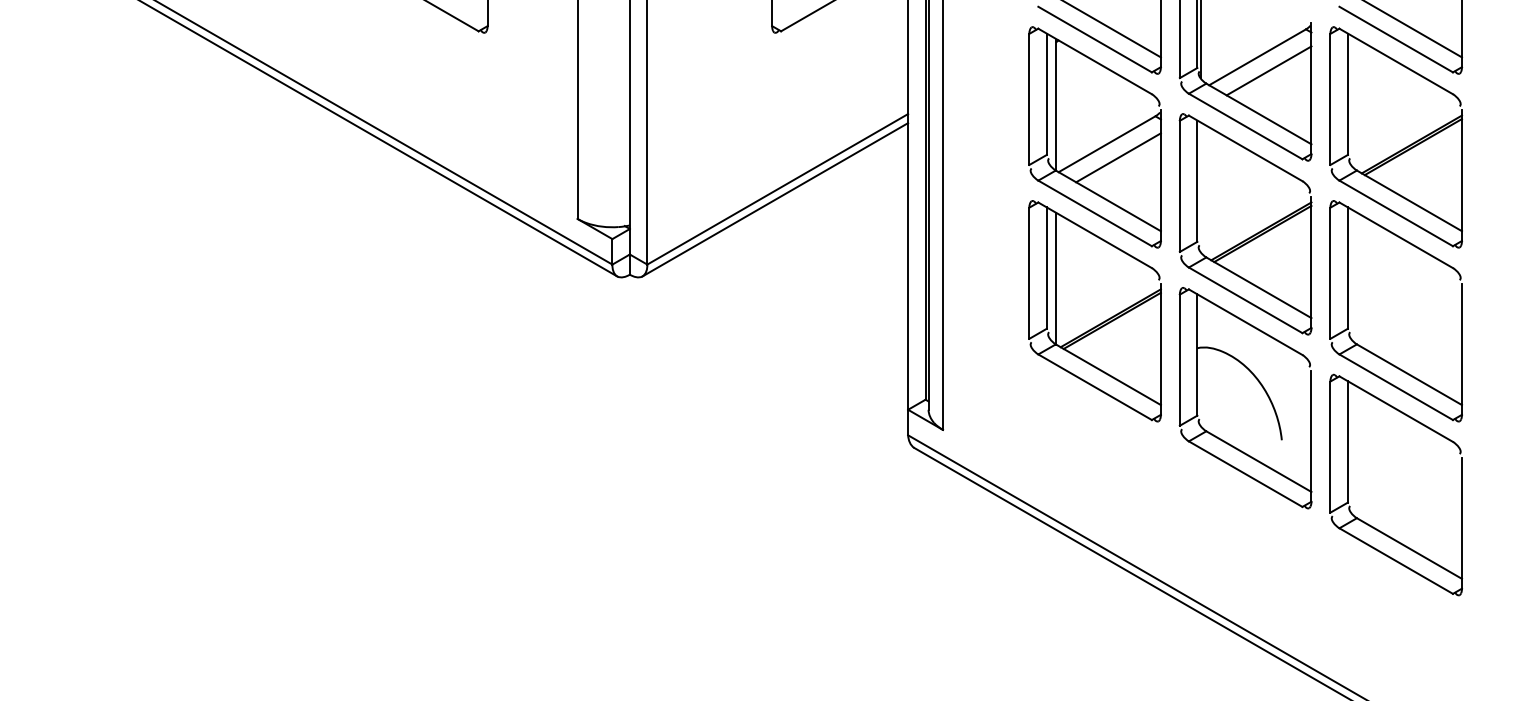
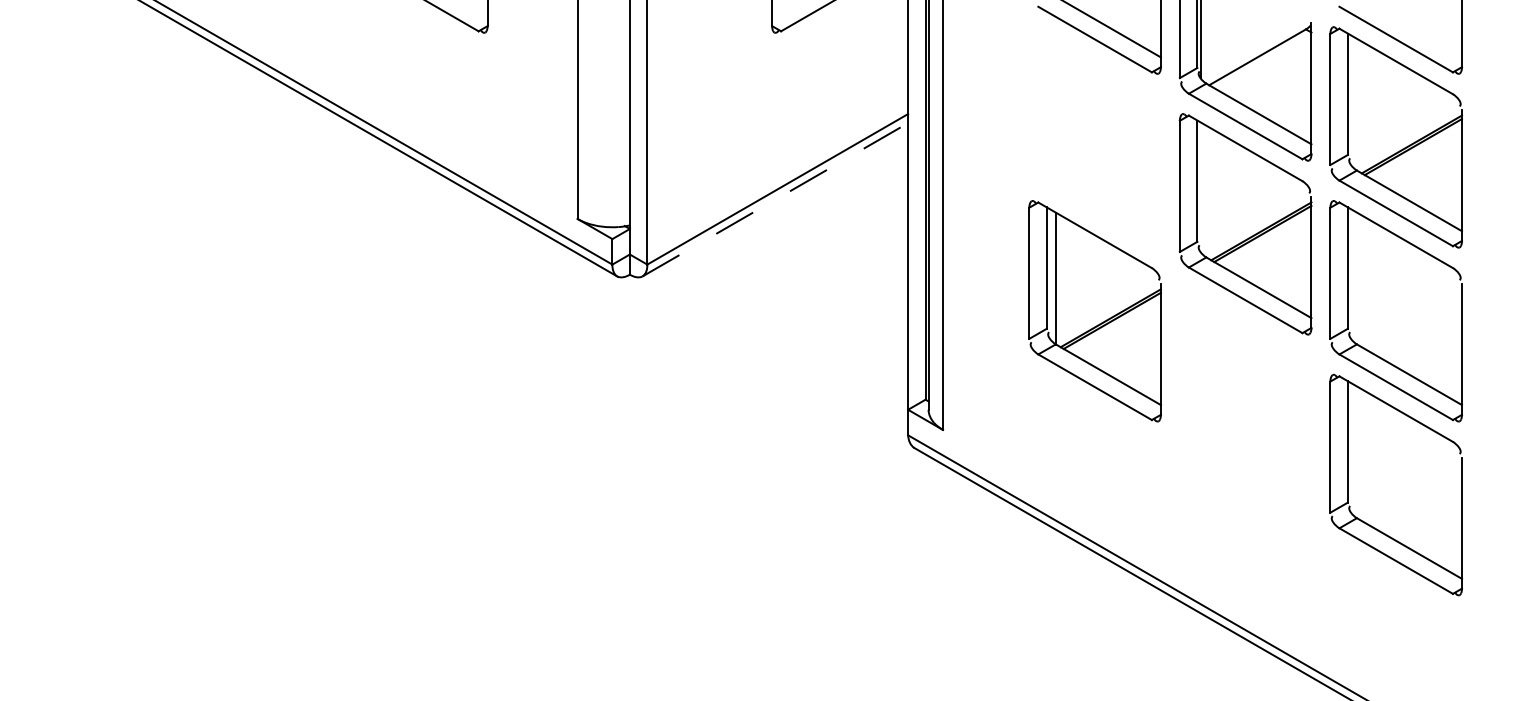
line at (1414, 29): present -> none
line at (1268, 70): present -> none
part at (1099, 147): present -> none
line at (775, 199): solid -> dashed
part at (1262, 388): present -> none
